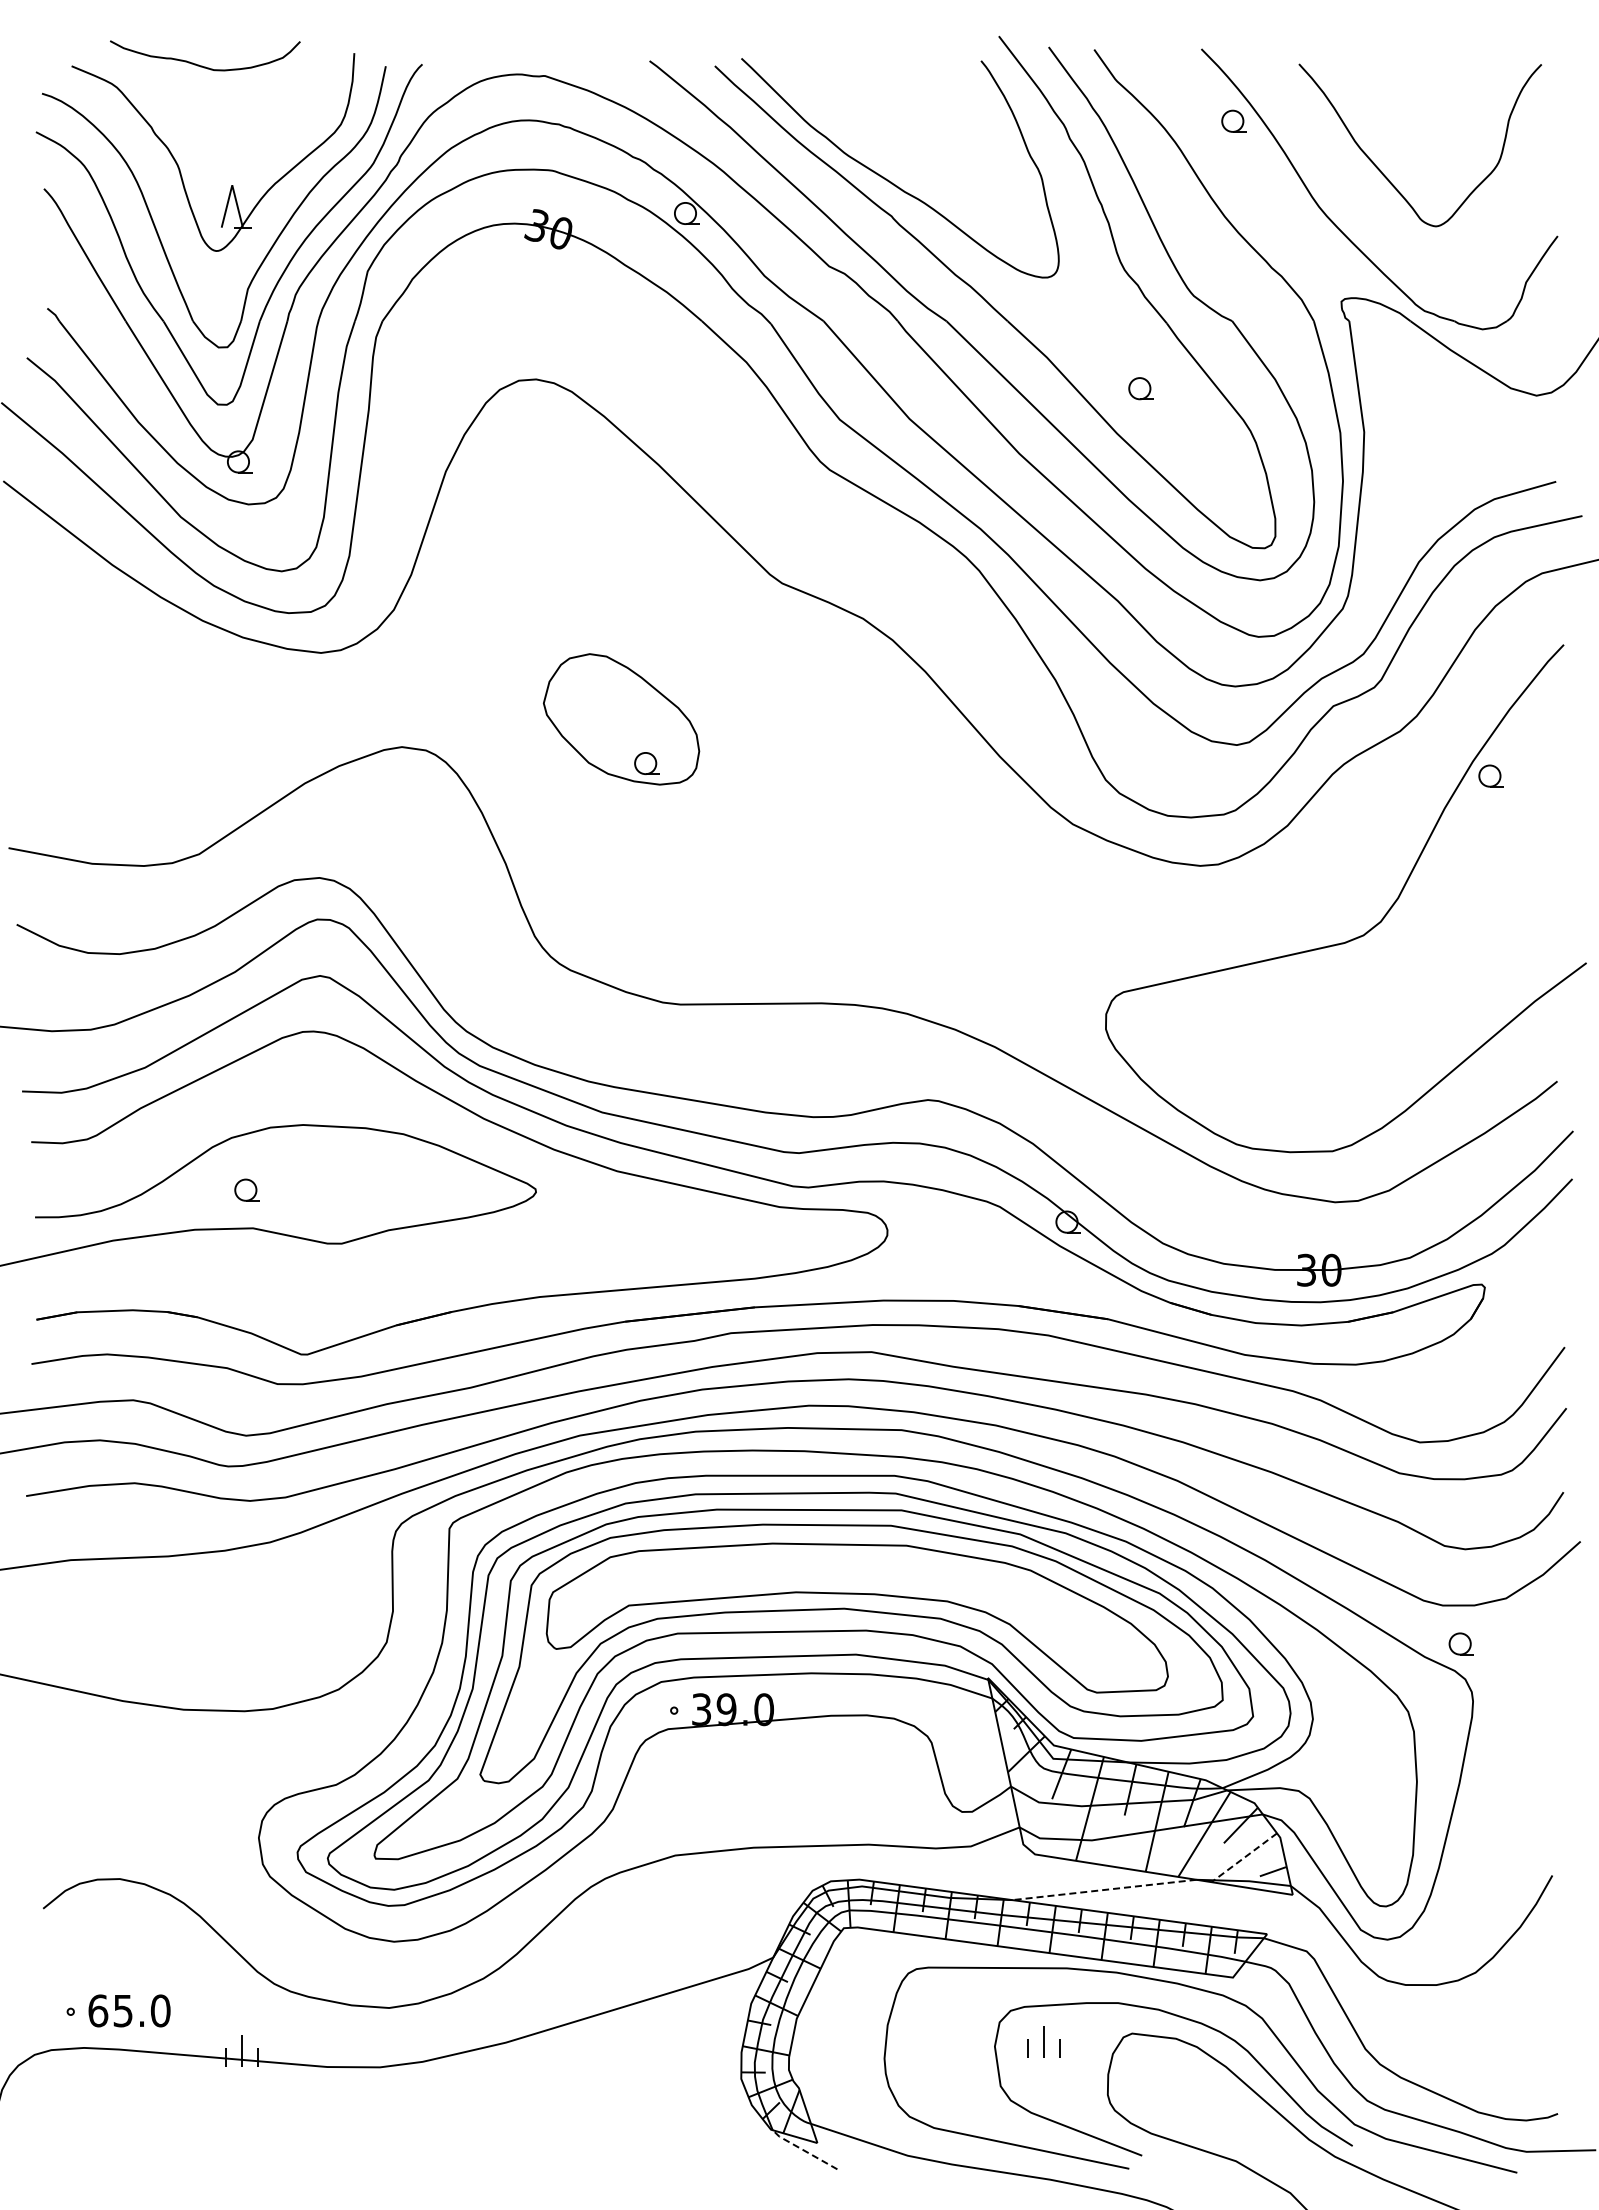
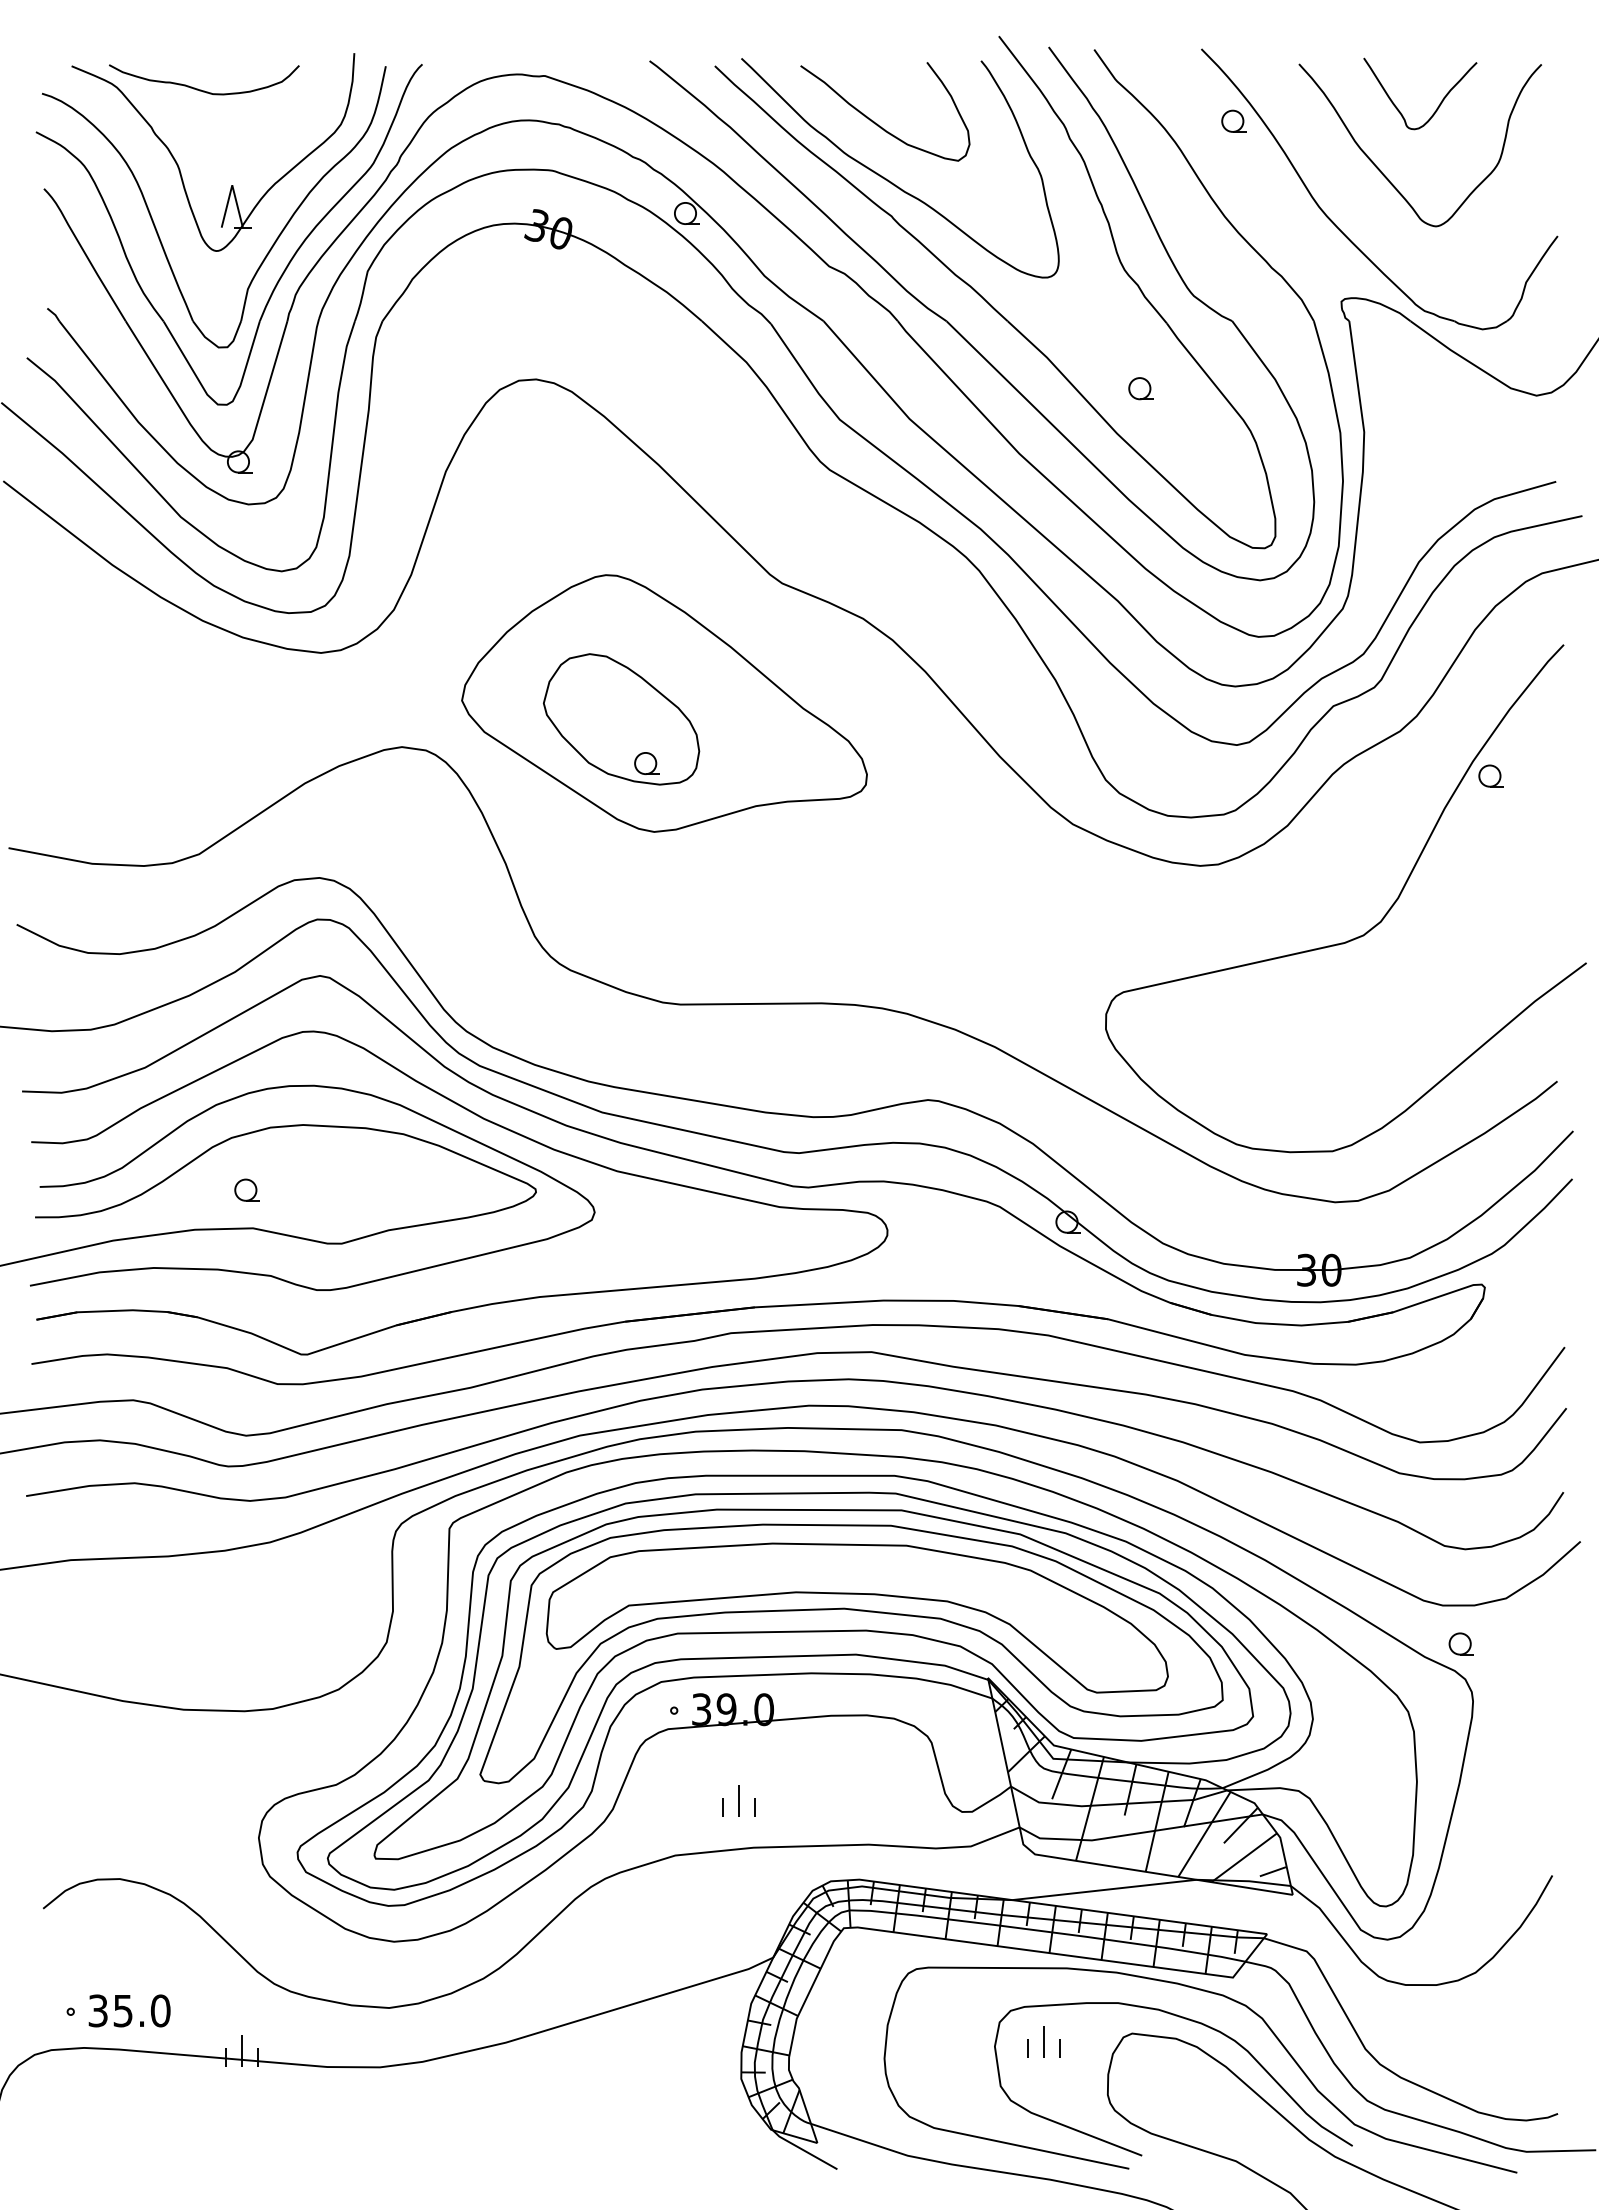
curve at (202, 65) position: (202, 65) -> (201, 89)
curve at (1439, 103): none -> present
curve at (877, 123): none -> present
part at (664, 703): none -> present
curve at (276, 1276): none -> present
part at (738, 1800): none -> present
line at (1244, 1857): dashed -> solid
line at (1104, 1889): dashed -> solid
text at (98, 2010): 65.0 -> 35.0
line at (803, 2150): dashed -> solid
